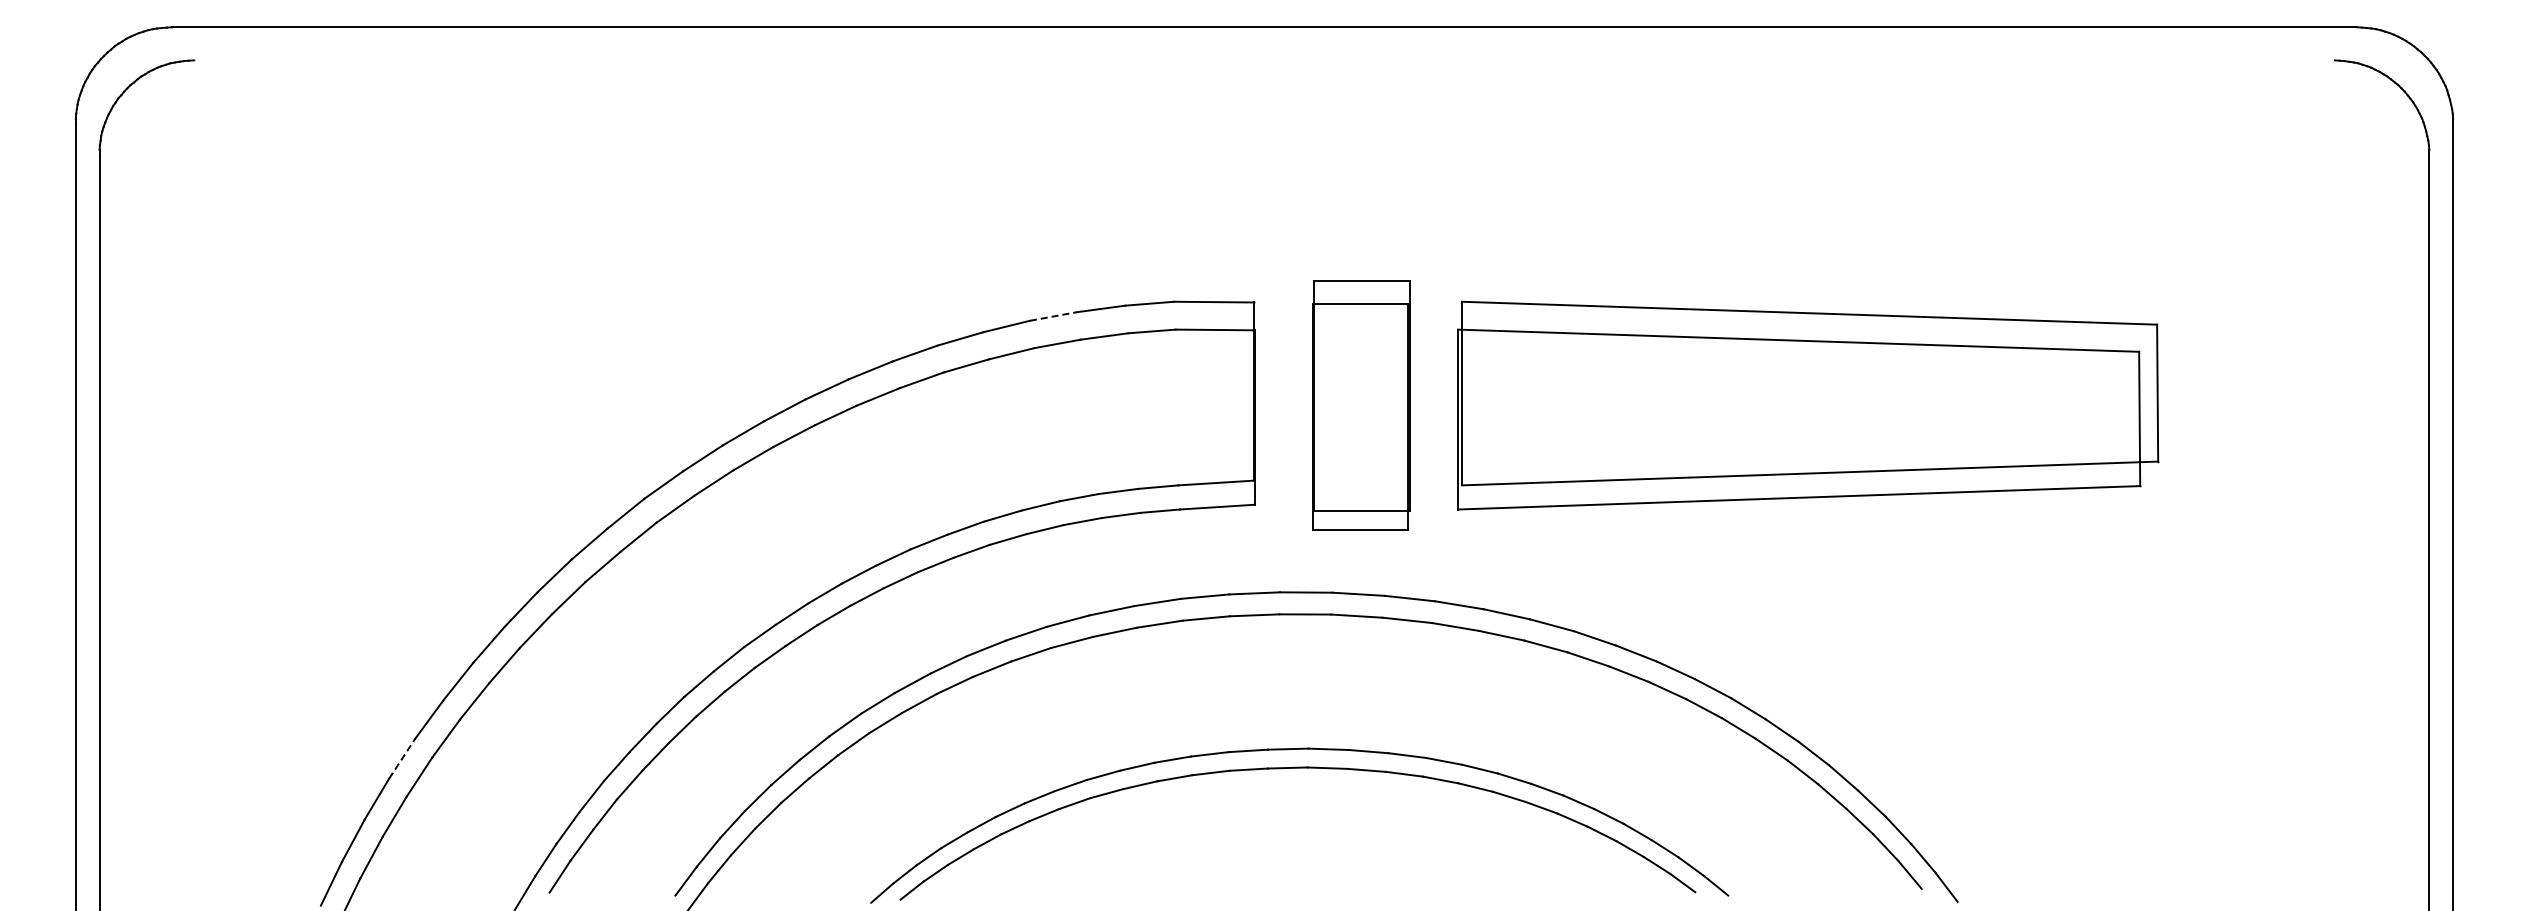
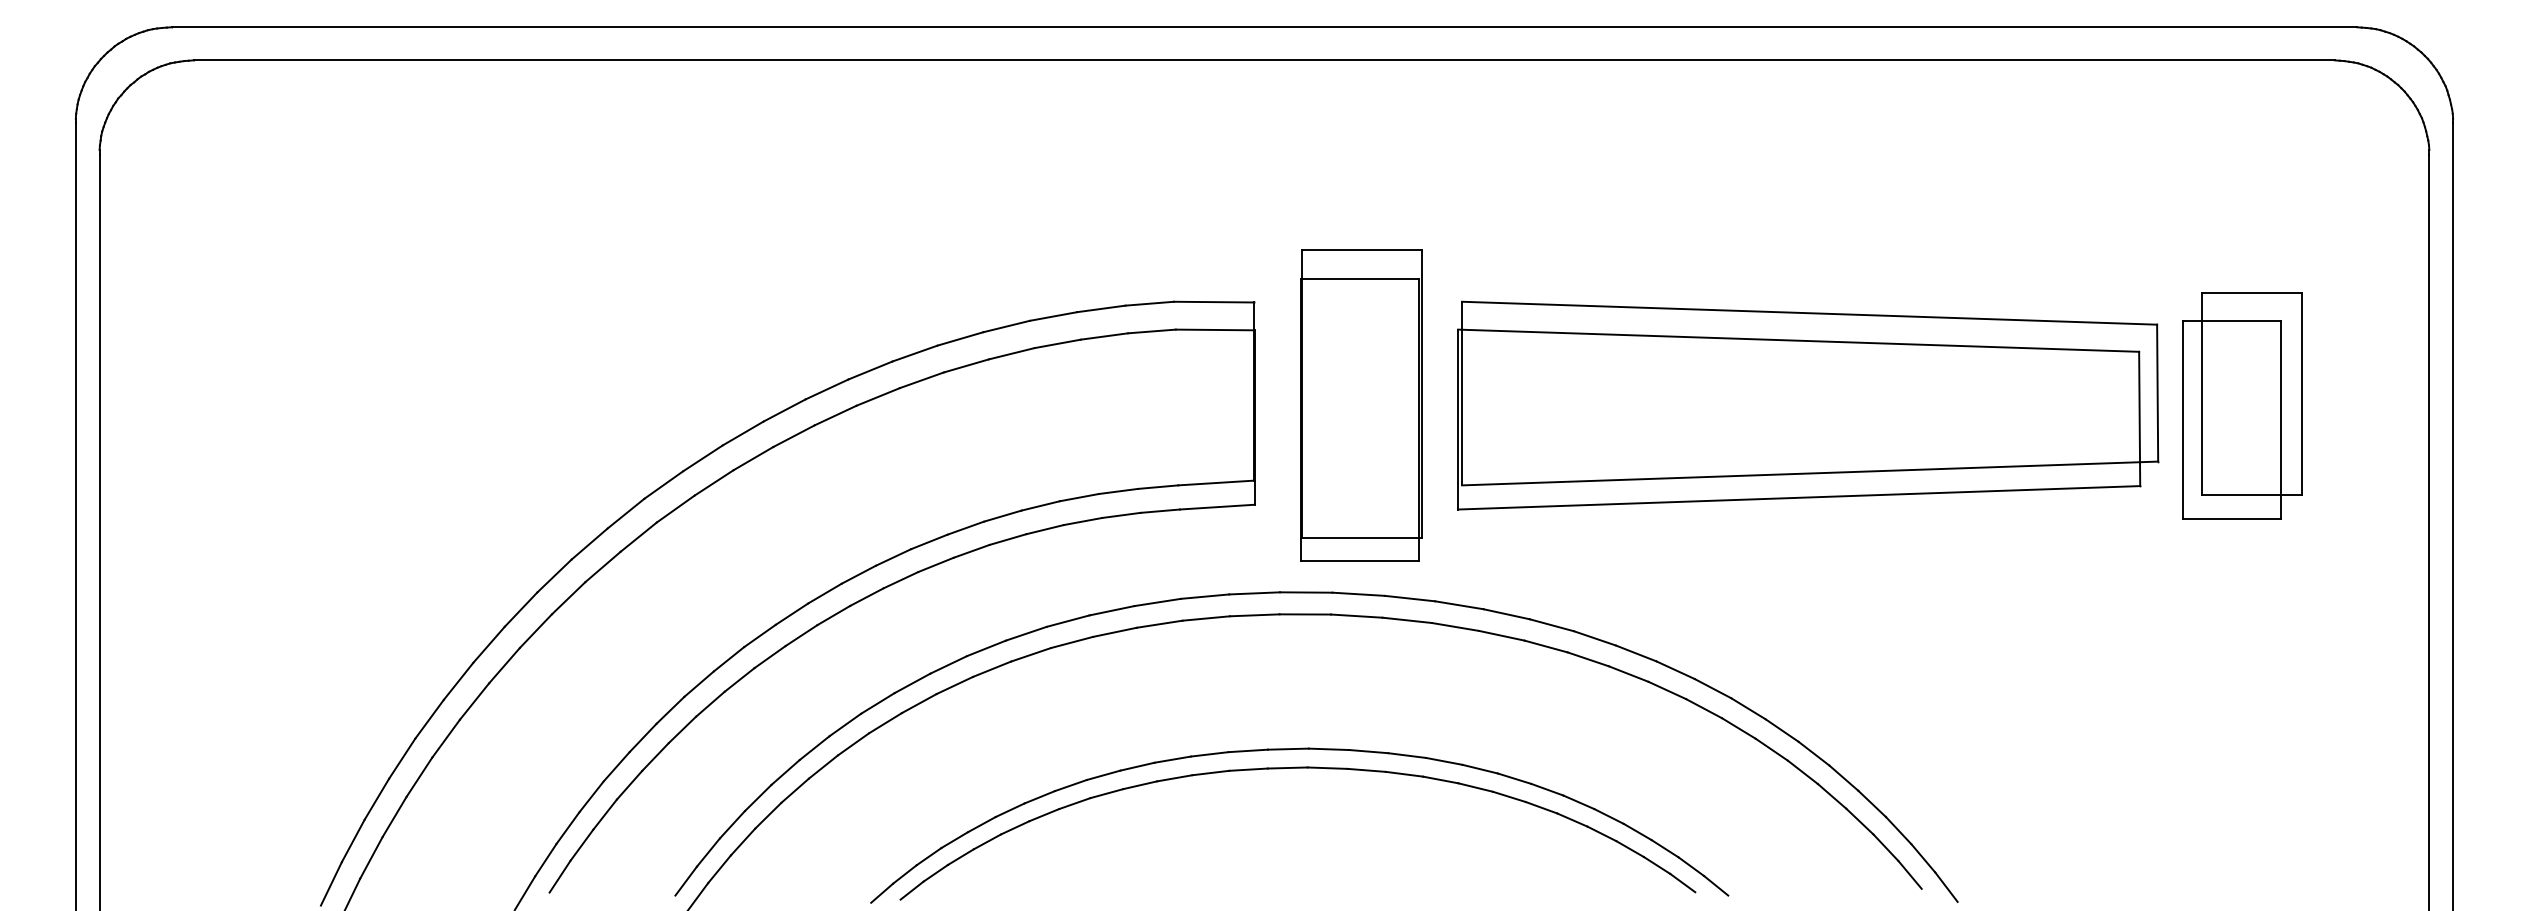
line at (1263, 60): none -> present
line at (1054, 316): dashed -> solid
part at (1361, 405) size: 99x251 px -> 123x313 px
part at (2242, 405): none -> present
line at (402, 758): dashed -> solid
